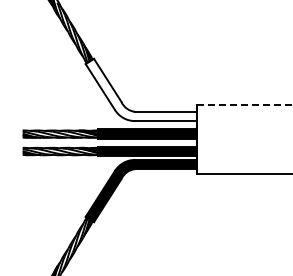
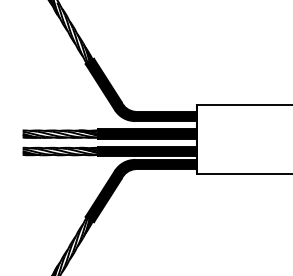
fill at (140, 89): none -> present
line at (244, 104): dashed -> solid
